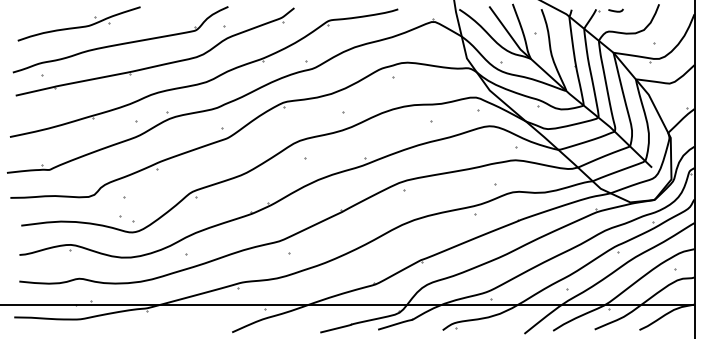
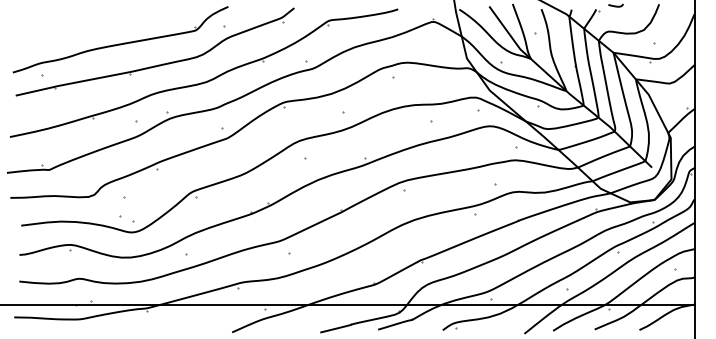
curve at (615, 10) position: (615, 10) -> (615, 5)
part at (78, 23): present -> none
